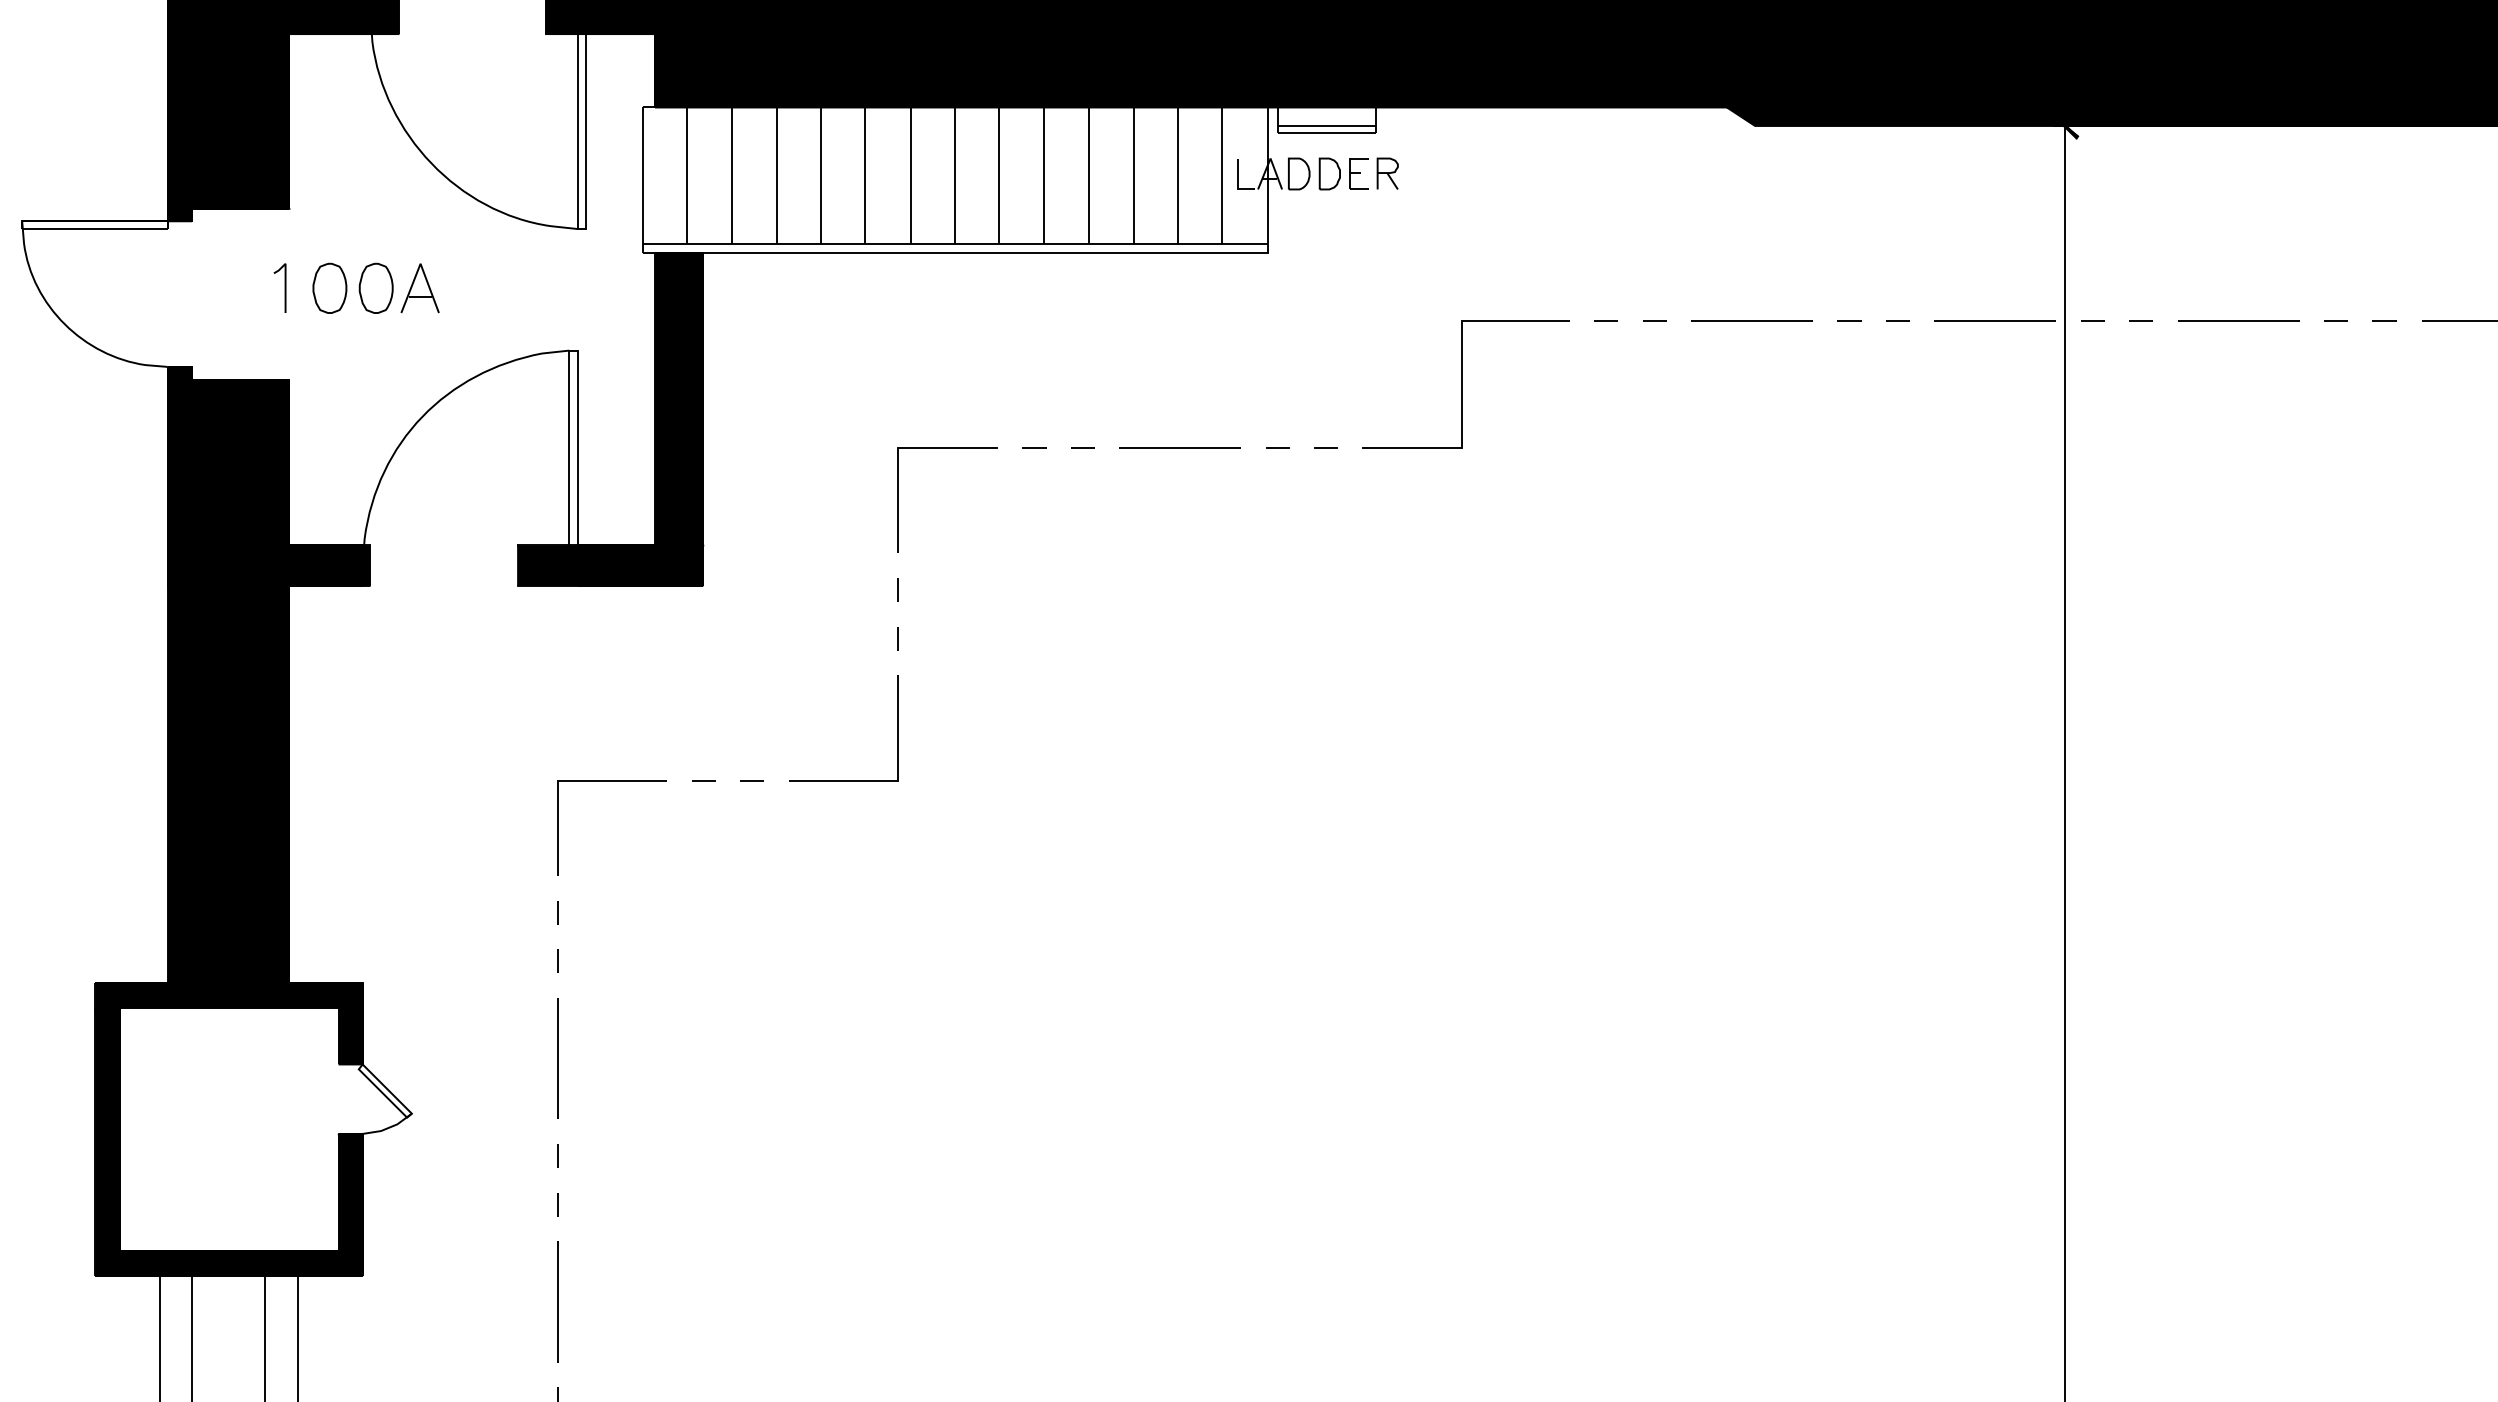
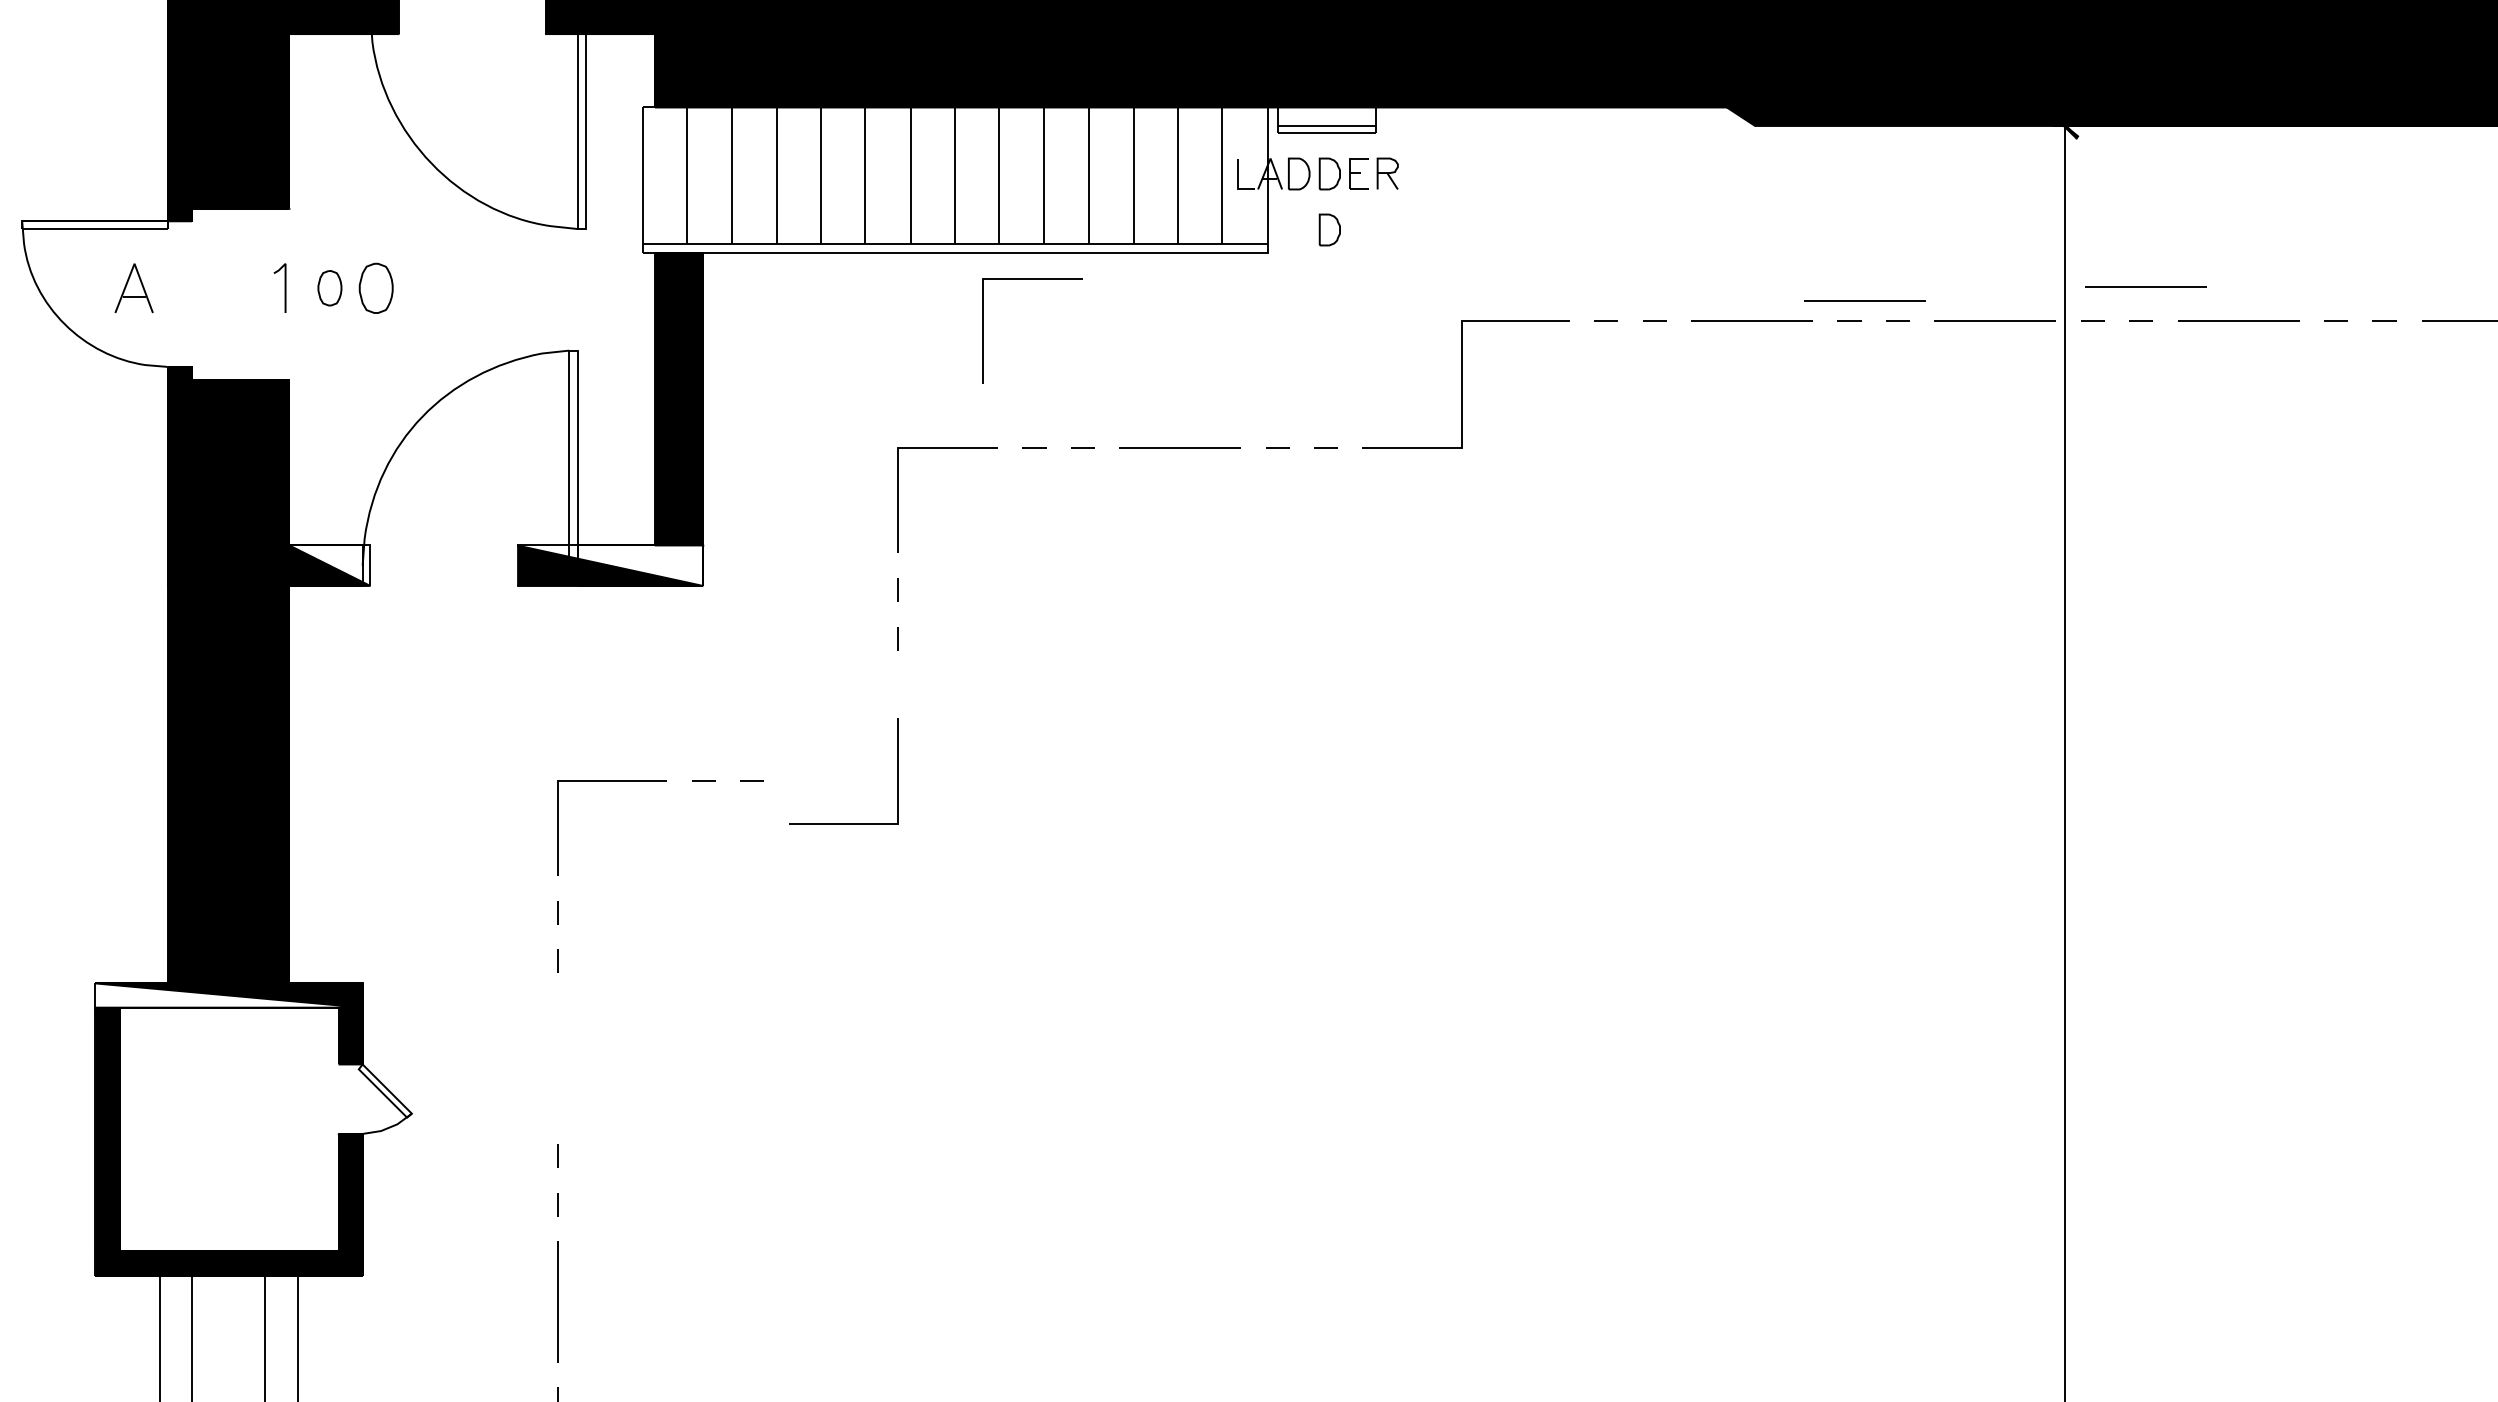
part at (1329, 229): none -> present
line at (2145, 286): none -> present
part at (329, 287) size: 36x52 px -> 26x37 px
part at (419, 288) position: (419, 288) -> (133, 288)
line at (1864, 300): none -> present
line at (983, 330): none -> present
fill at (329, 565): present -> none
fill at (610, 565): present -> none
line at (843, 780) position: (843, 780) -> (843, 823)
fill at (228, 995): present -> none
line at (557, 1058): present -> none
